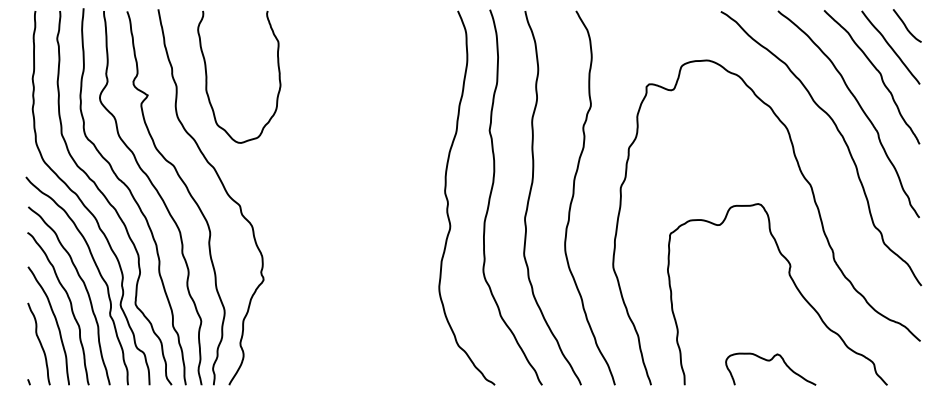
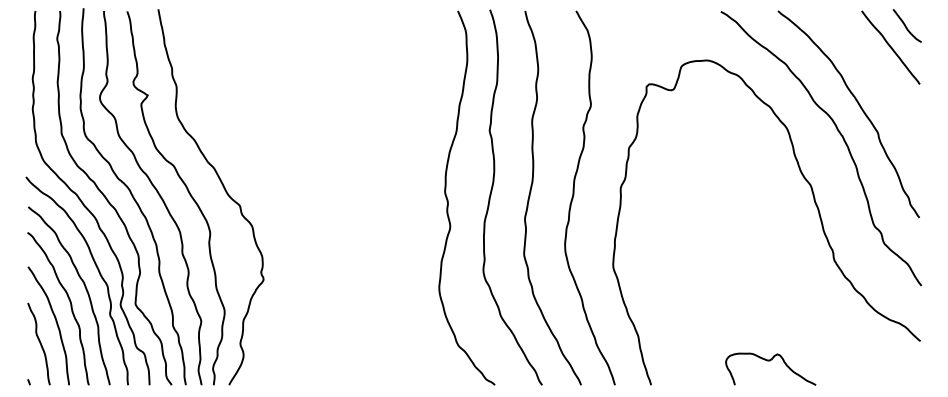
curve at (877, 71): present -> none
curve at (207, 76): present -> none
curve at (792, 282): present -> none
